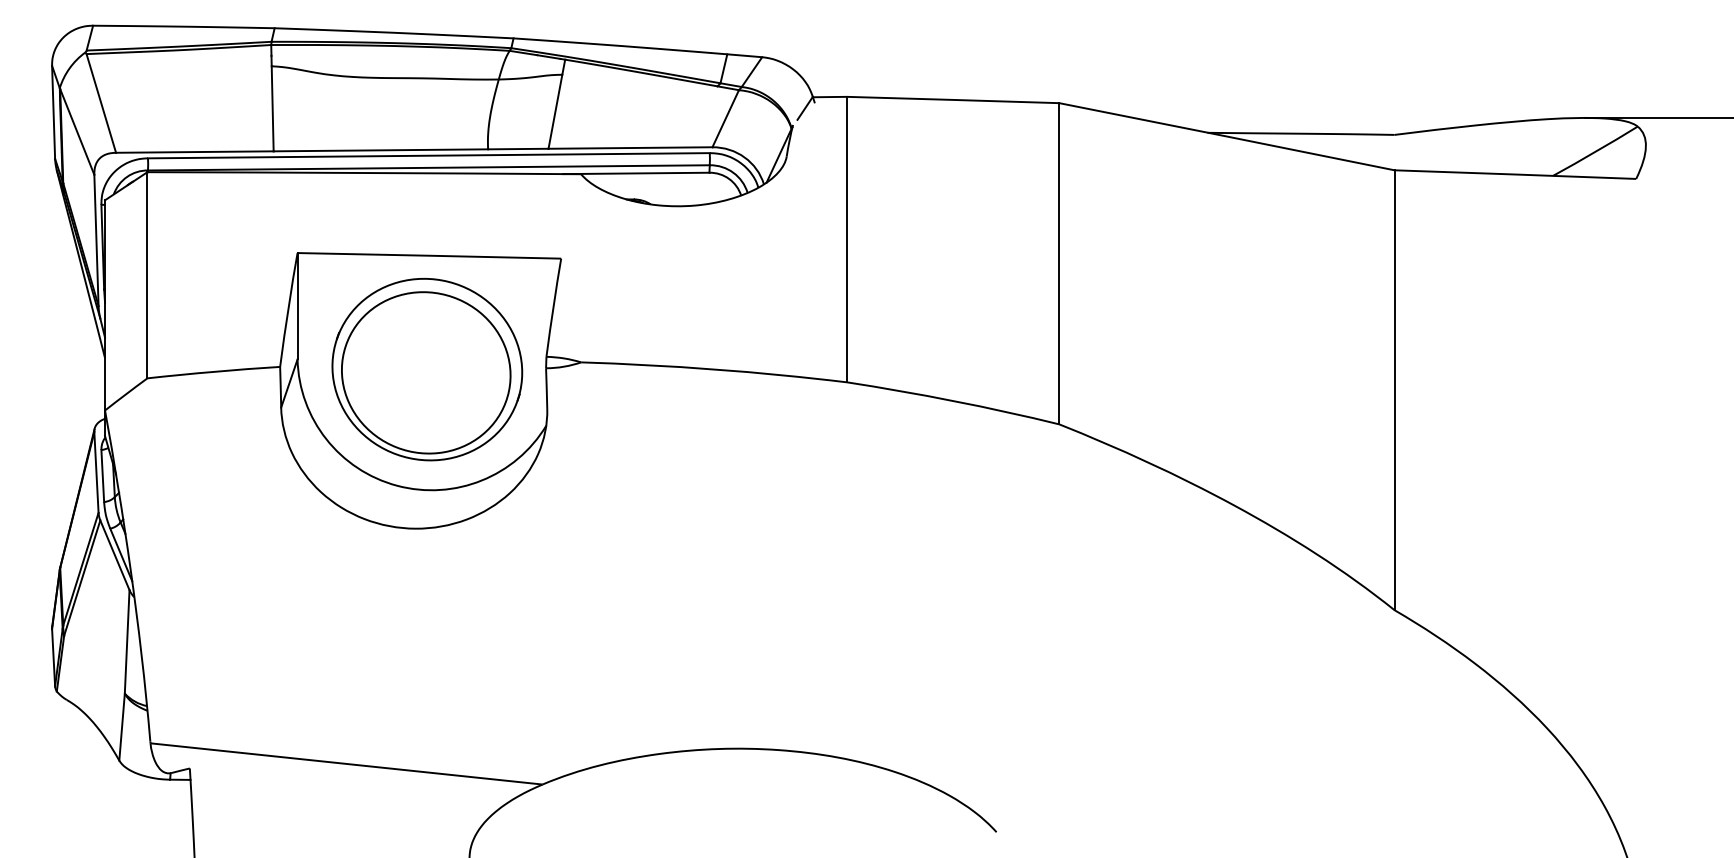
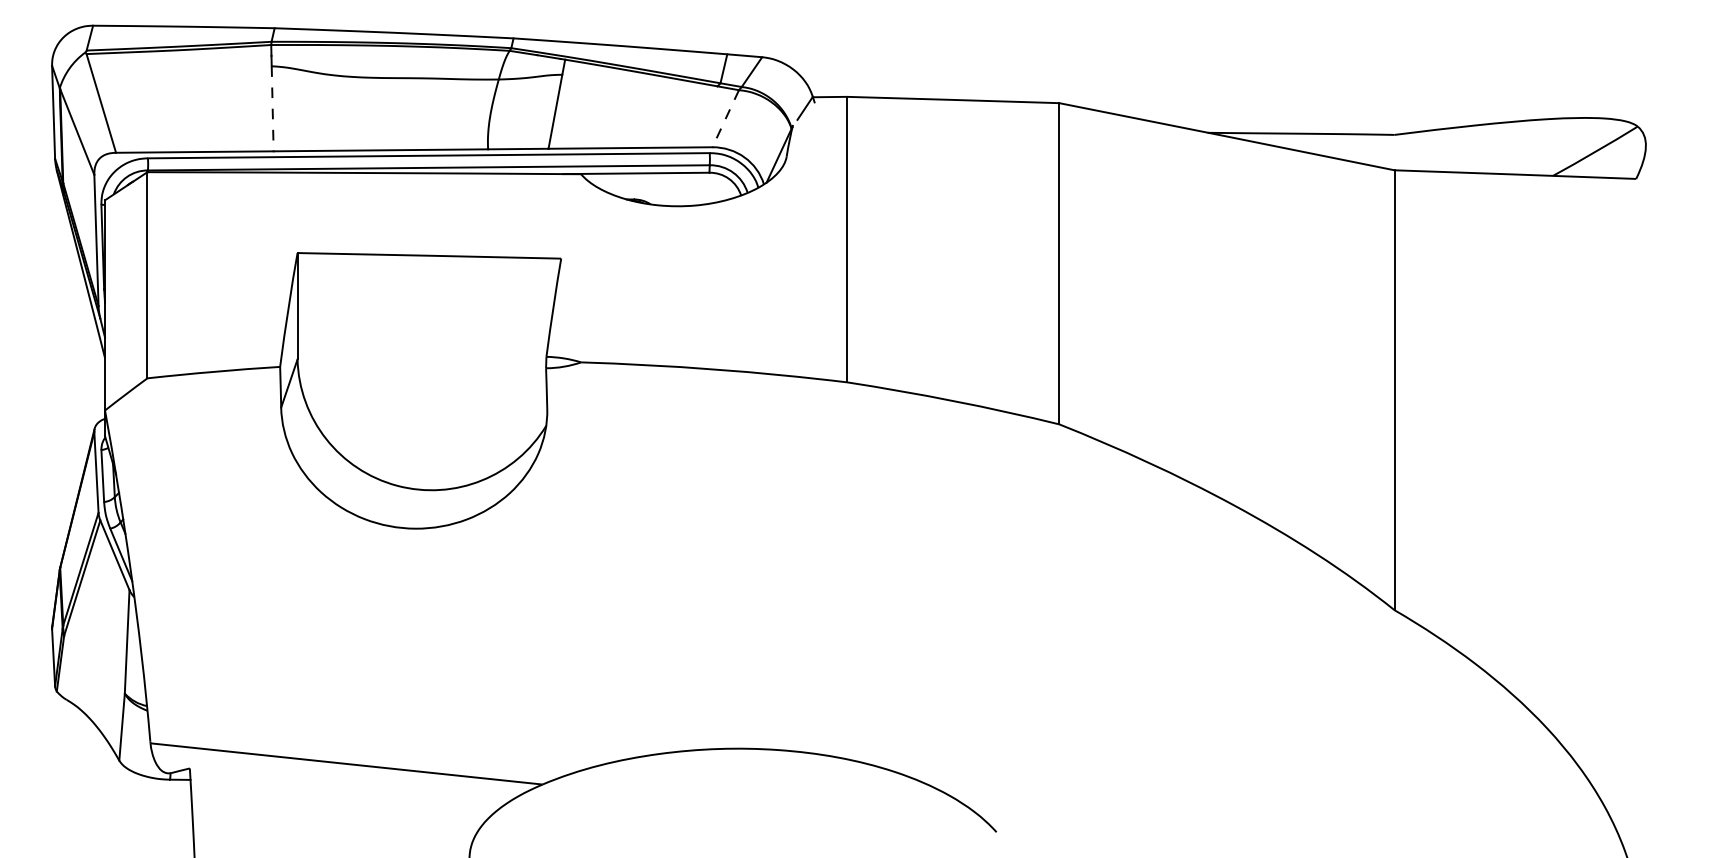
line at (272, 108): solid -> dashed
line at (1657, 117): present -> none
line at (725, 119): solid -> dashed
part at (427, 369): present -> none
